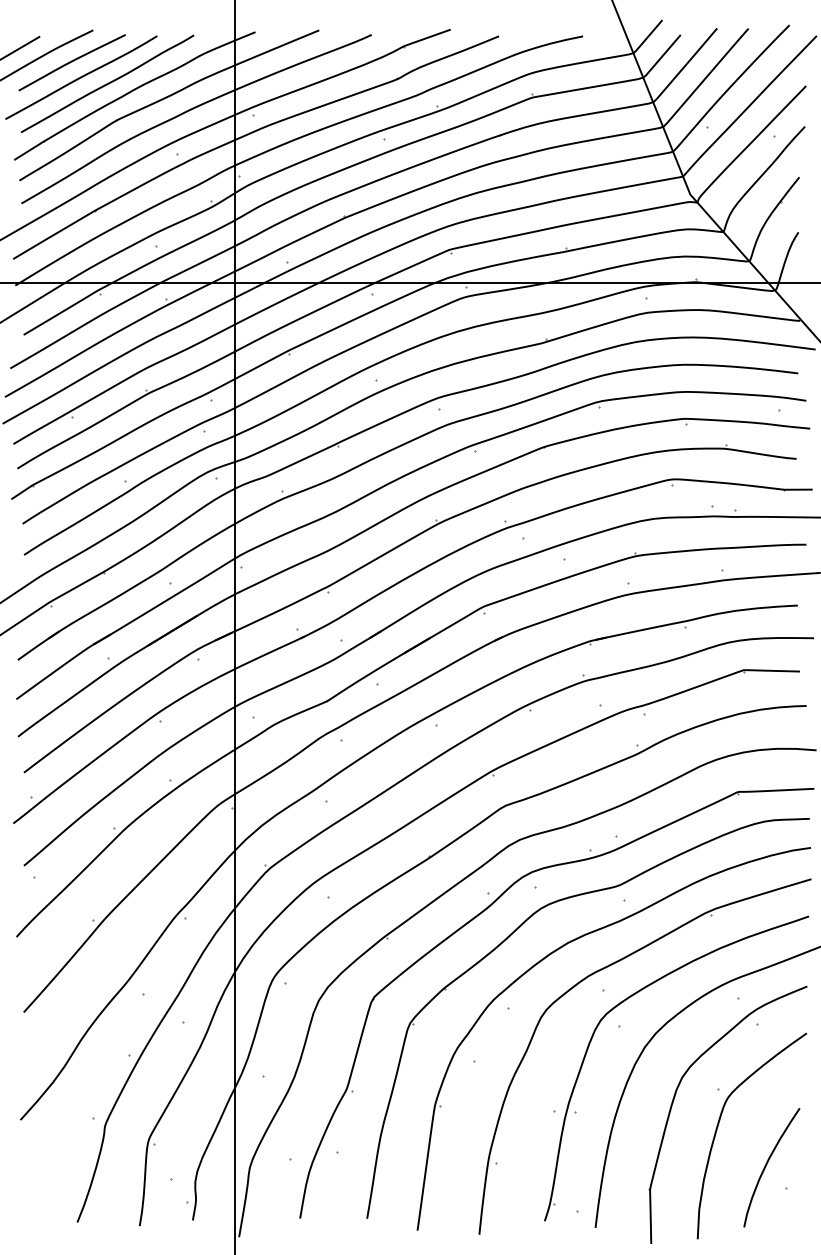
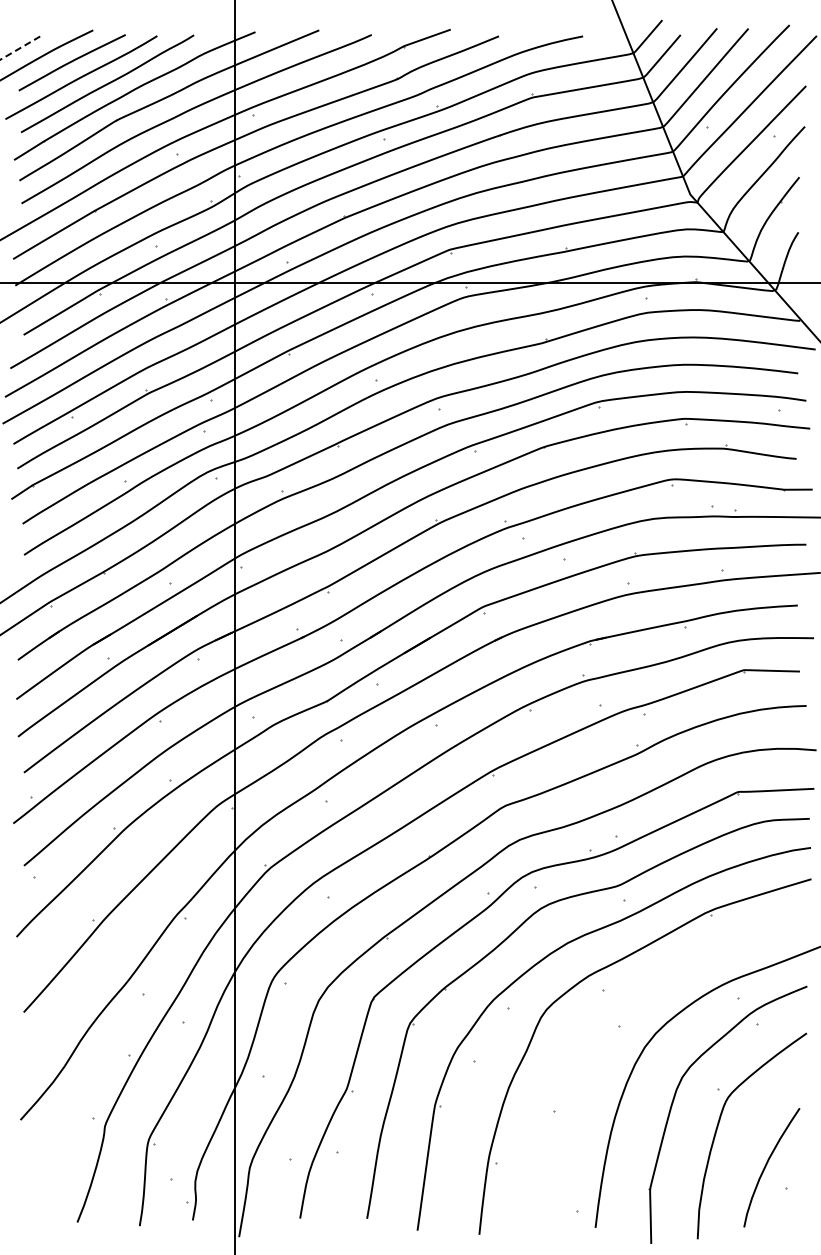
line at (19, 48): solid -> dashed
part at (634, 995): present -> none
